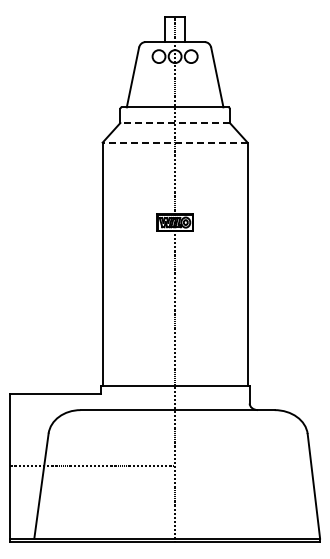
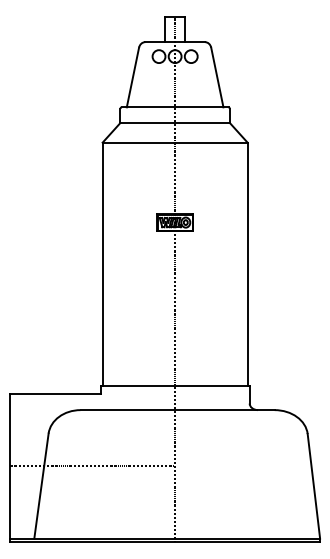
line at (175, 123): dashed -> solid
line at (174, 142): dashed -> solid
